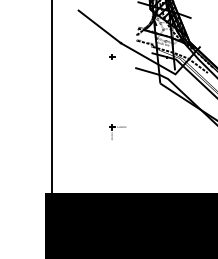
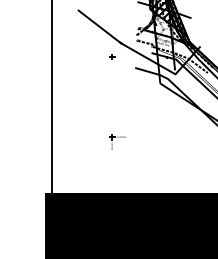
part at (117, 131) position: (117, 131) -> (117, 141)
